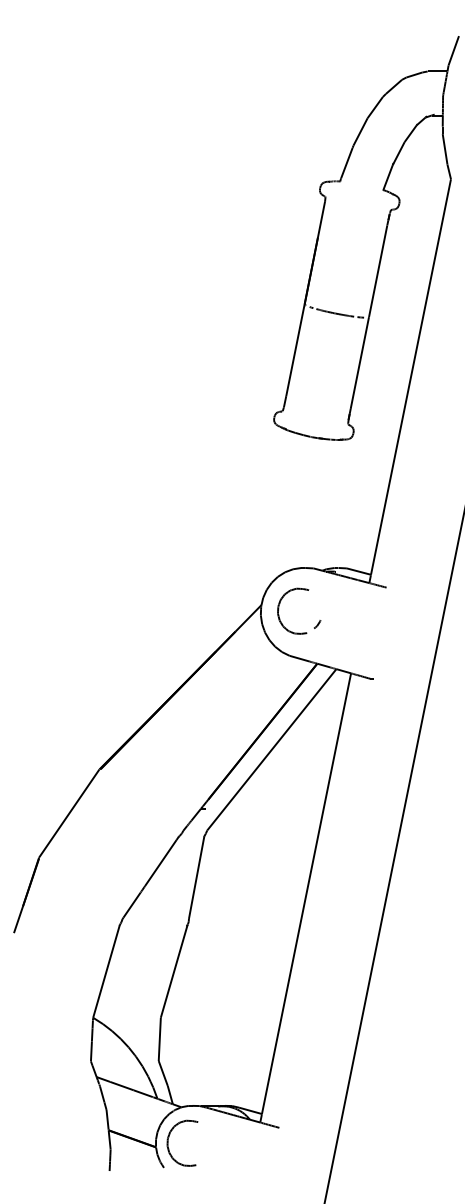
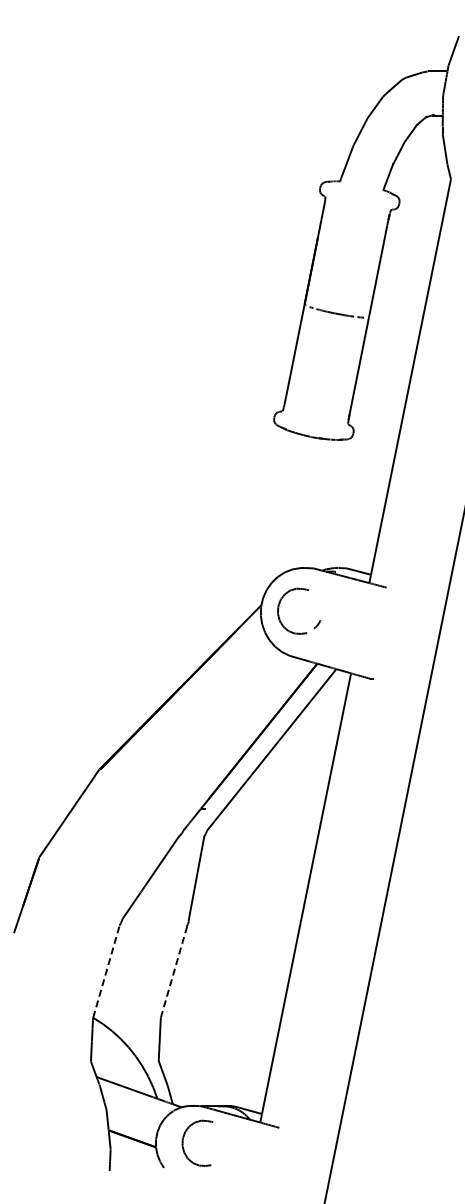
line at (106, 970): solid -> dashed
line at (174, 970): solid -> dashed
part at (169, 1137) position: (169, 1137) -> (184, 1137)
